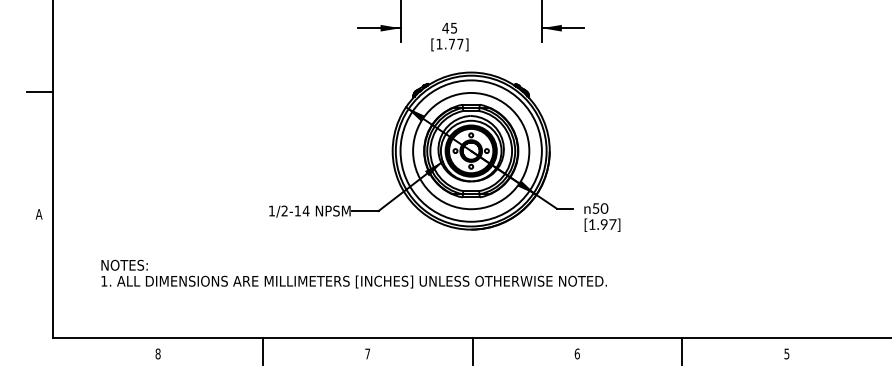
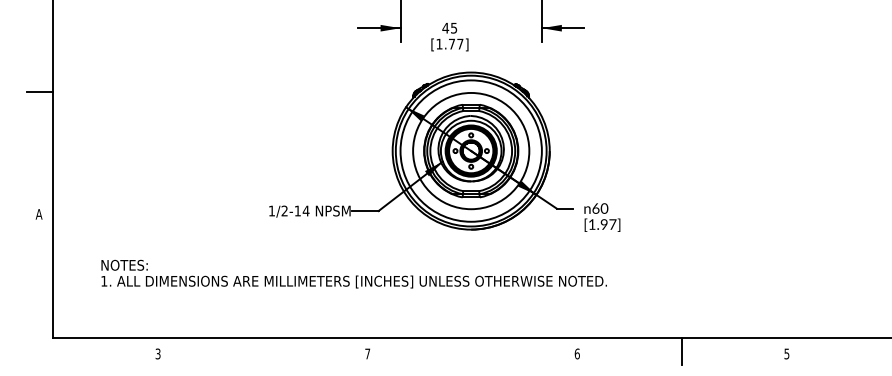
text at (595, 208): 50 -> 60
line at (262, 351): present -> none
line at (472, 351): present -> none
text at (157, 353): 8 -> 3
